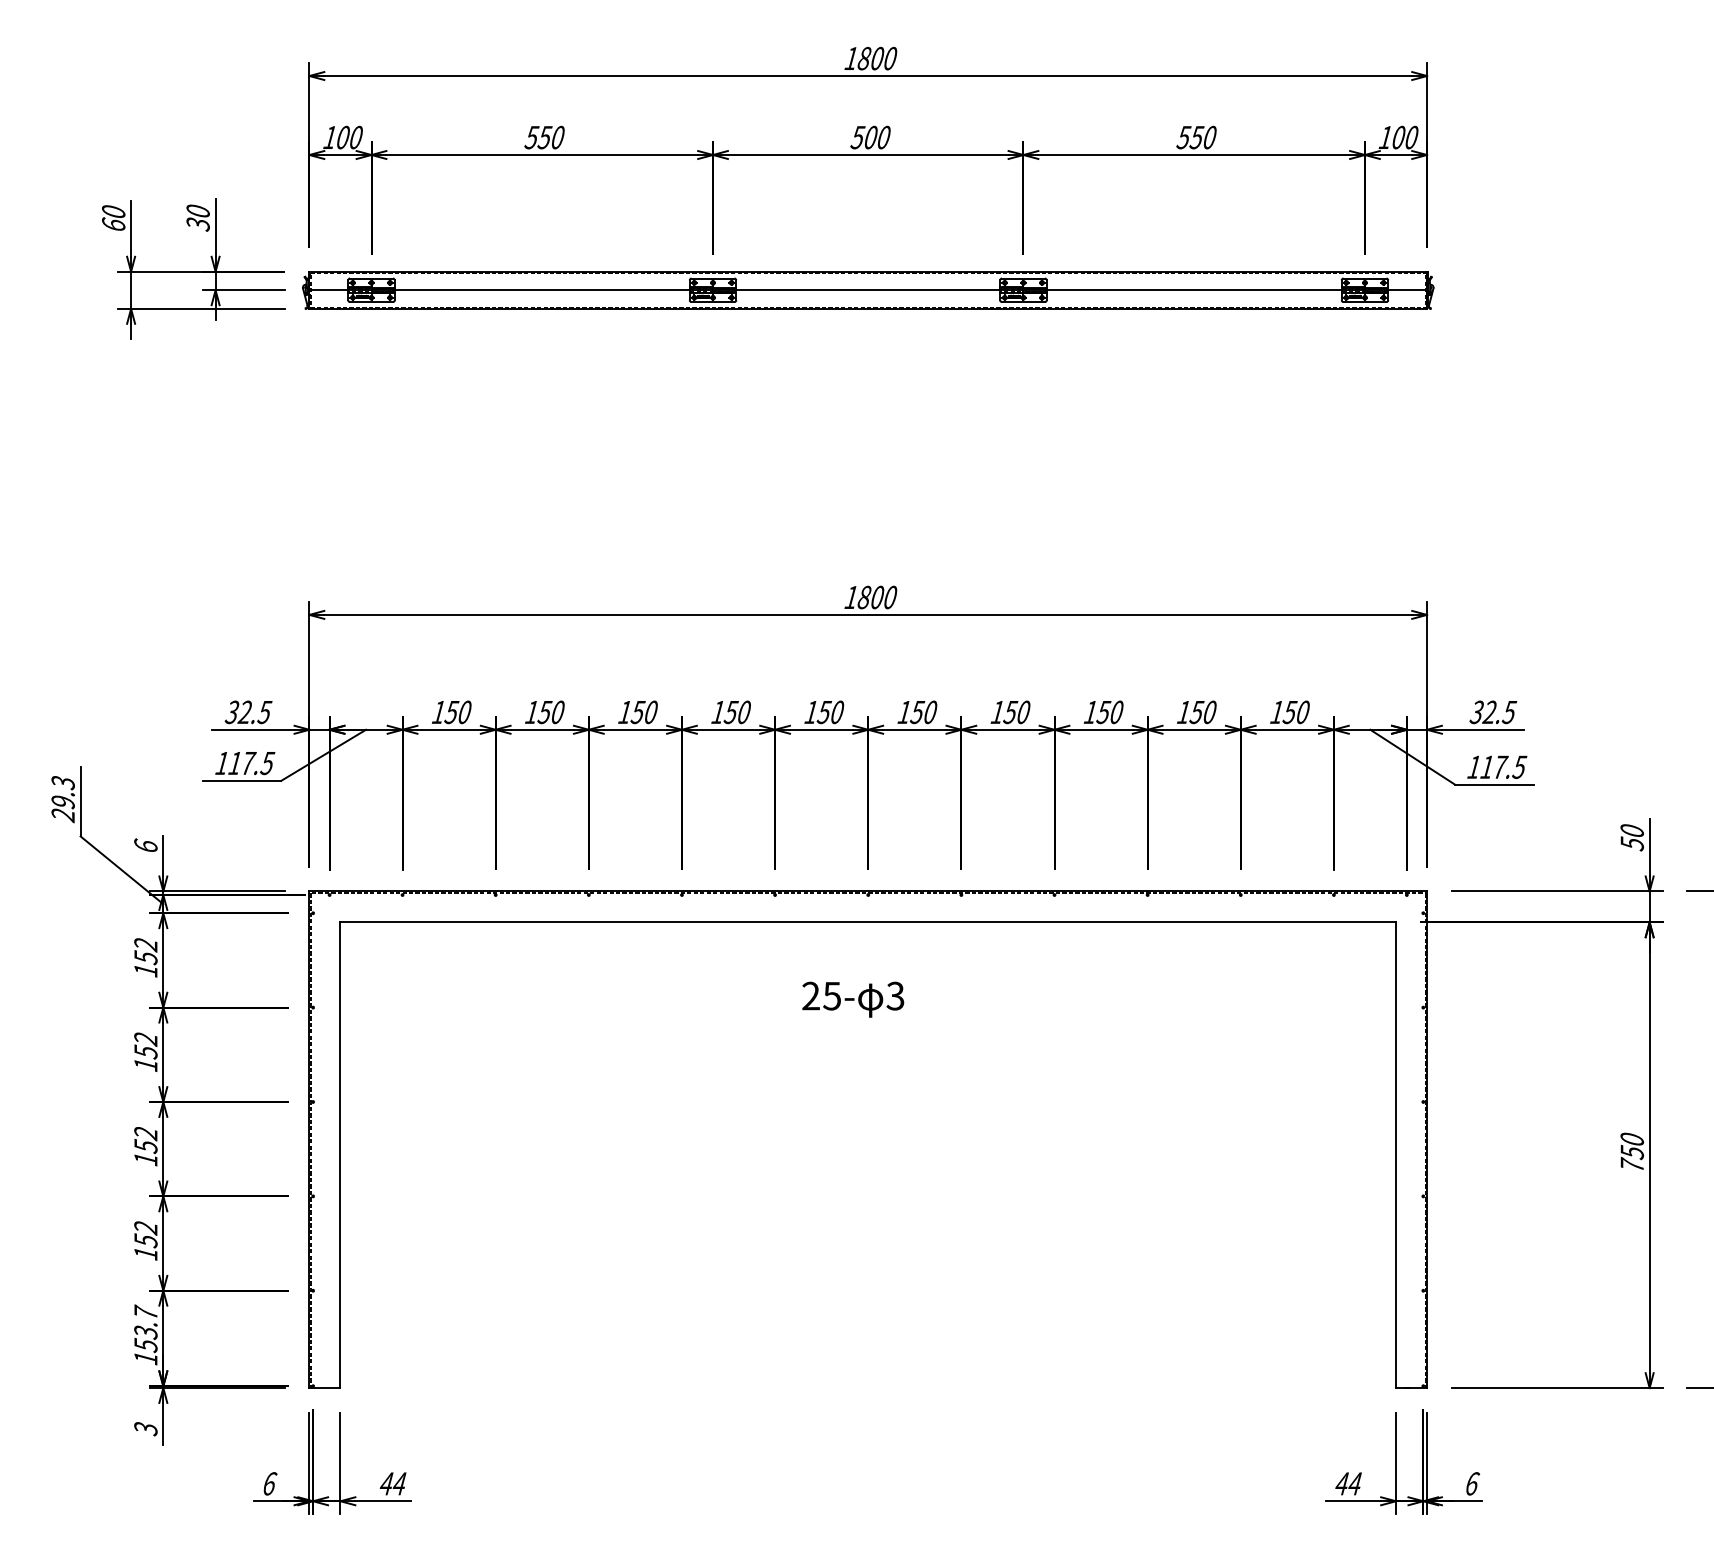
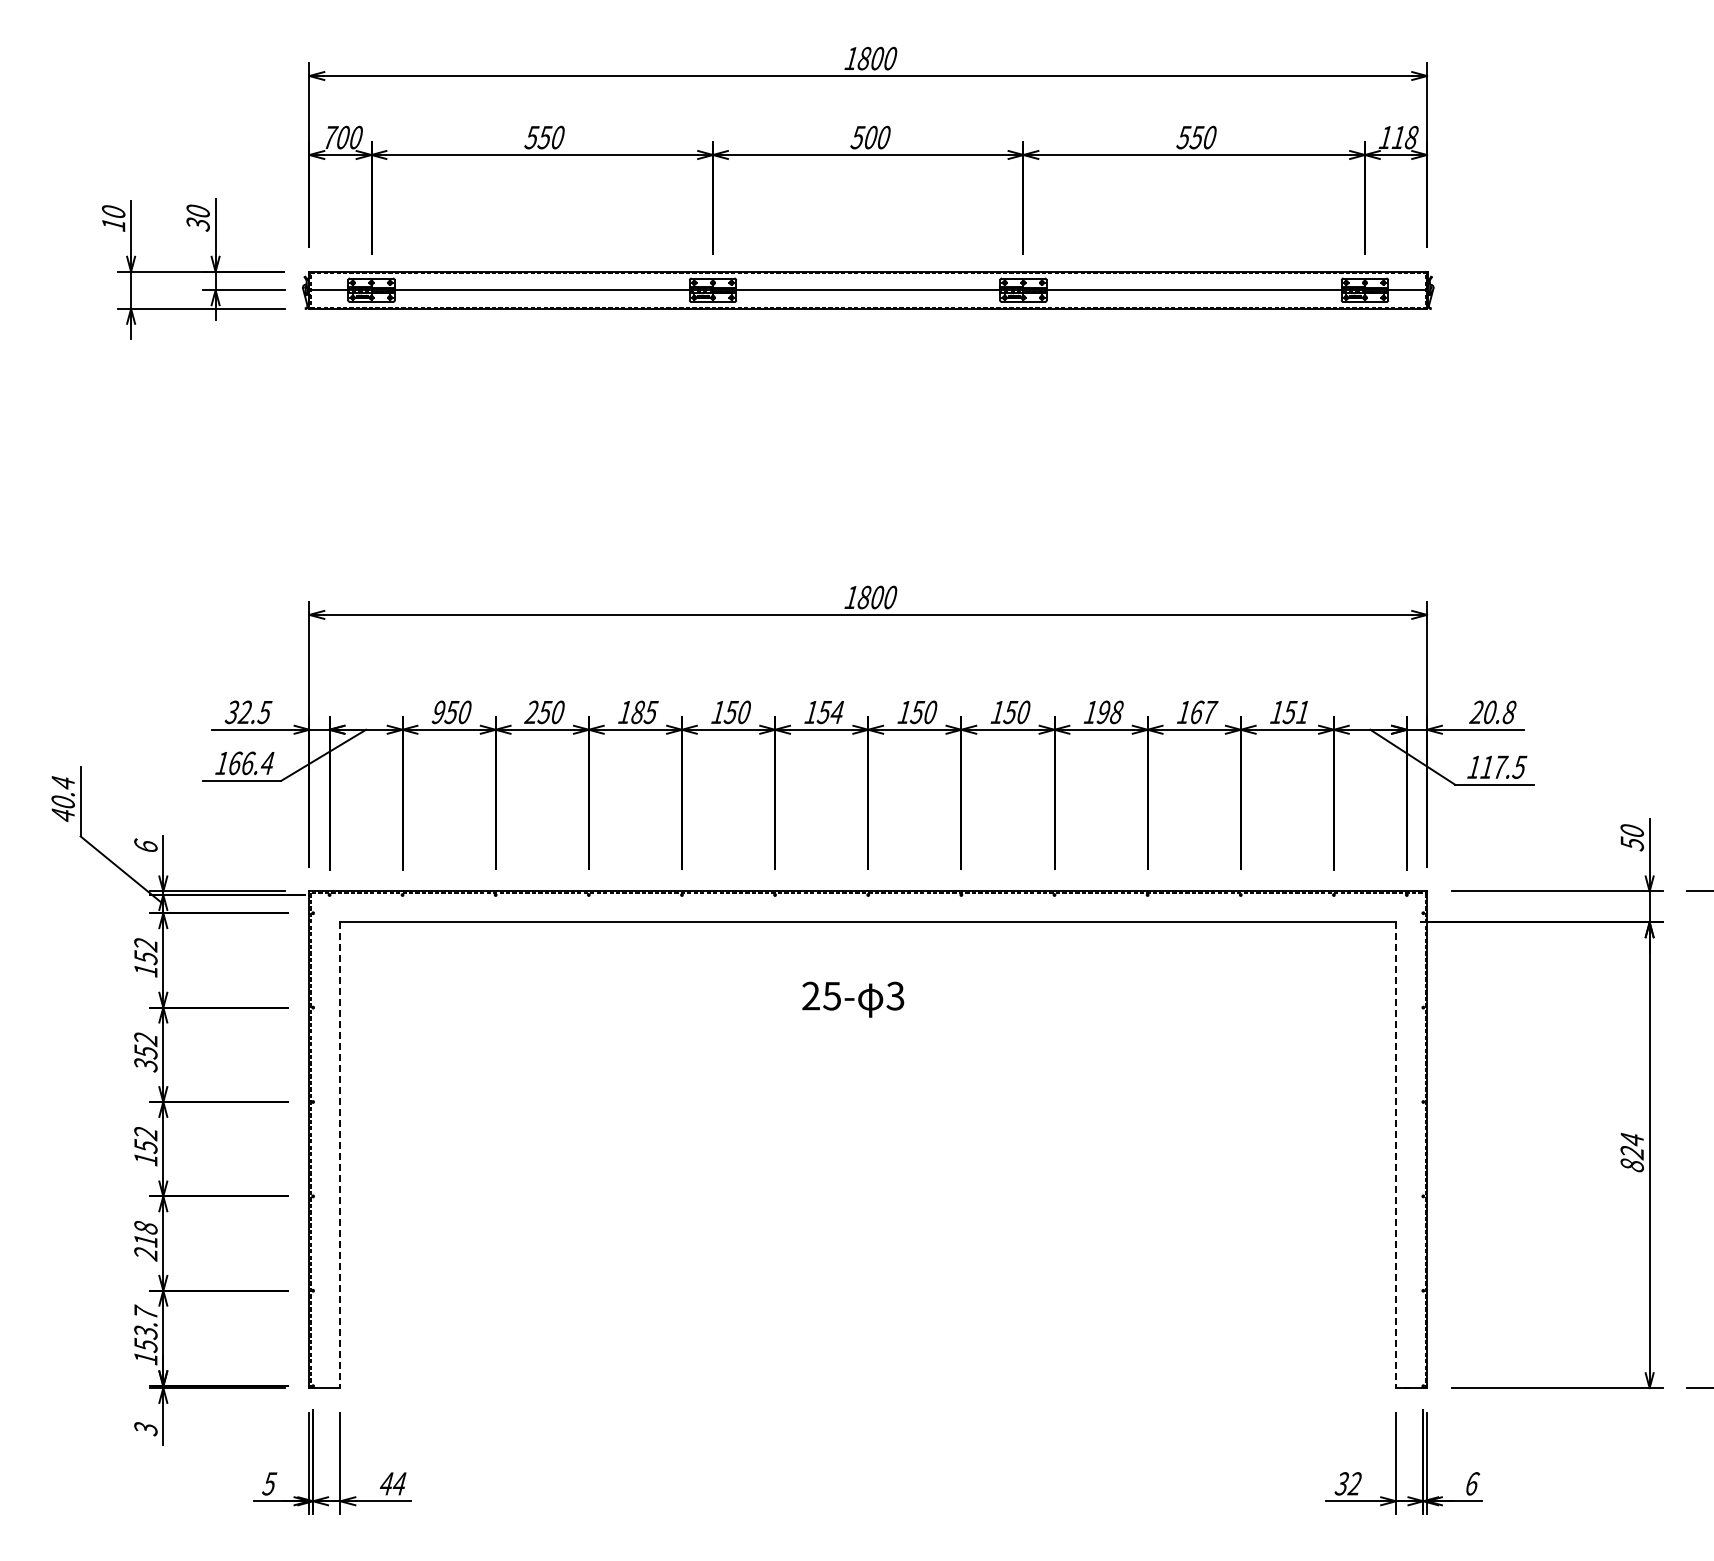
text at (330, 137): 100 -> 700
text at (1404, 137): 100 -> 118
text at (113, 224): 60 -> 10
text at (531, 711): 150 -> 250
text at (644, 711): 150 -> 185
text at (438, 712): 150 -> 950
text at (837, 712): 150 -> 154
text at (1109, 712): 150 -> 198
text at (1203, 712): 150 -> 167
text at (1302, 712): 150 -> 151
text at (1493, 712): 32.5 -> 20.8
text at (251, 763): 117.5 -> 166.4
text at (62, 799): 29.3 -> 40.4
text at (145, 1065): 152 -> 352
text at (1632, 1152): 750 -> 824
line at (340, 1155): solid -> dashed
line at (1396, 1155): solid -> dashed
text at (145, 1241): 152 -> 218
text at (269, 1483): 6 -> 5
text at (1347, 1483): 44 -> 32
